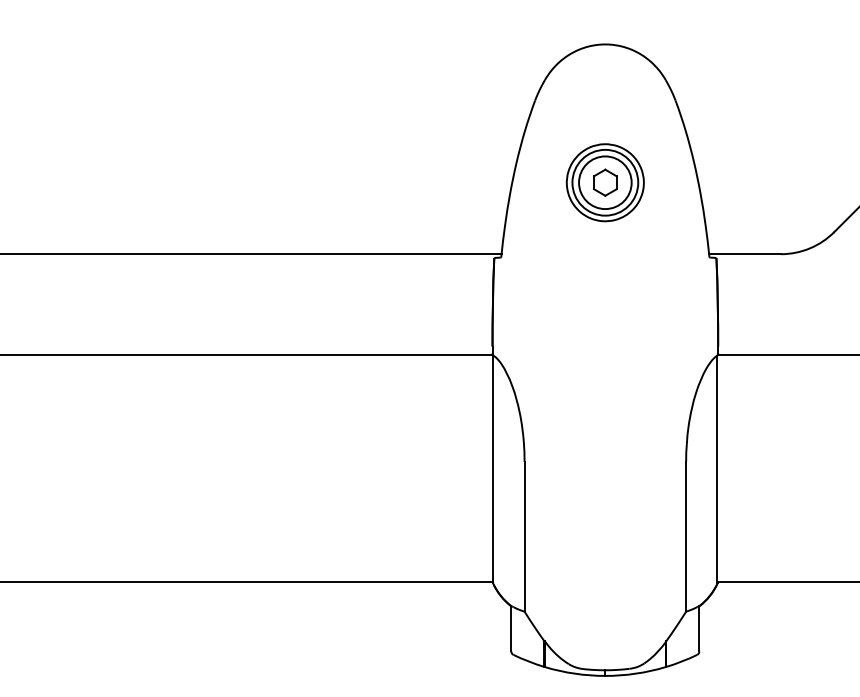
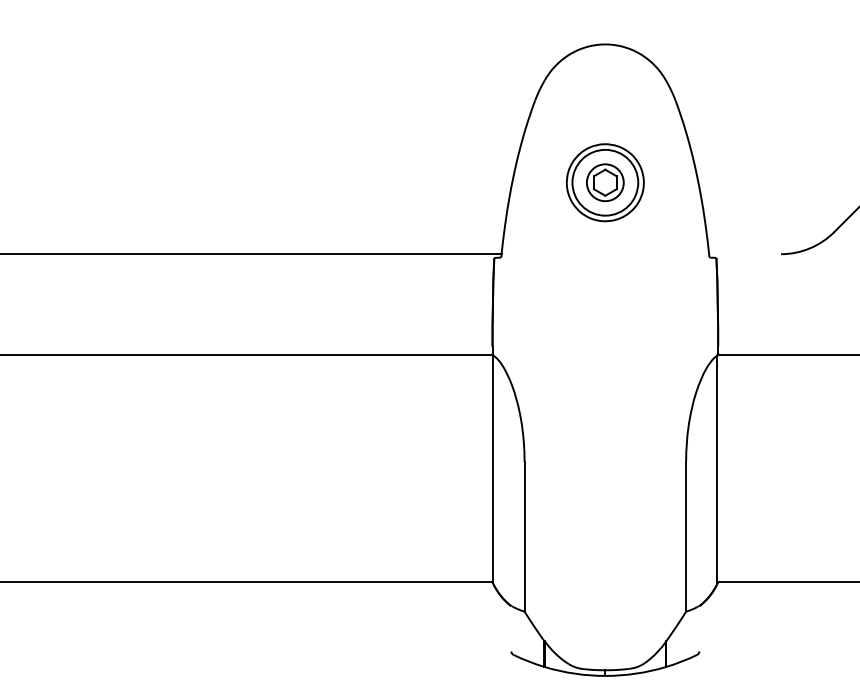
circle at (605, 182) diameter: 53 px -> 37 px
line at (745, 254): present -> none
line at (511, 628): present -> none
line at (699, 628): present -> none
